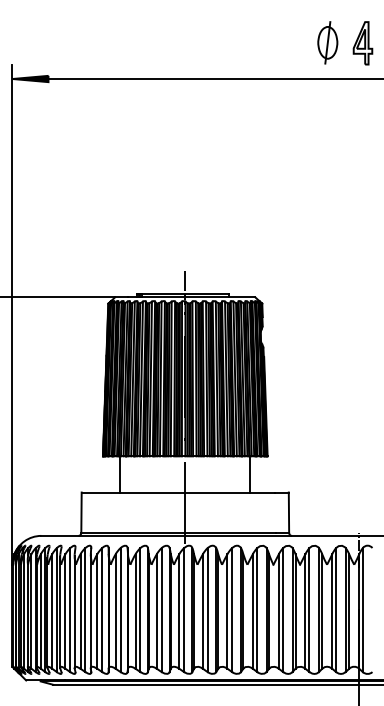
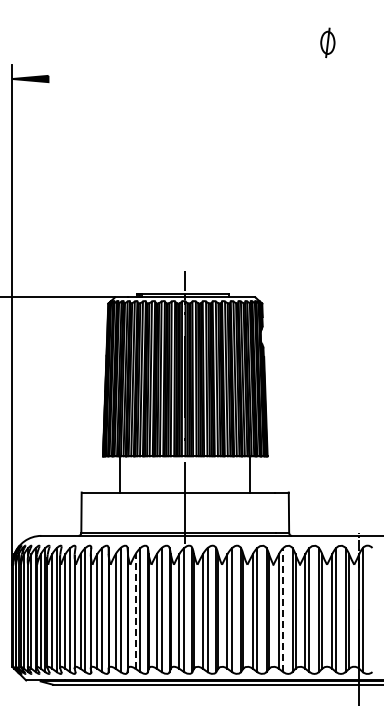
part at (327, 42) size: 22x44 px -> 16x32 px
part at (362, 43): present -> none
line at (214, 79): present -> none
line at (283, 609): solid -> dashed
line at (135, 610): solid -> dashed
